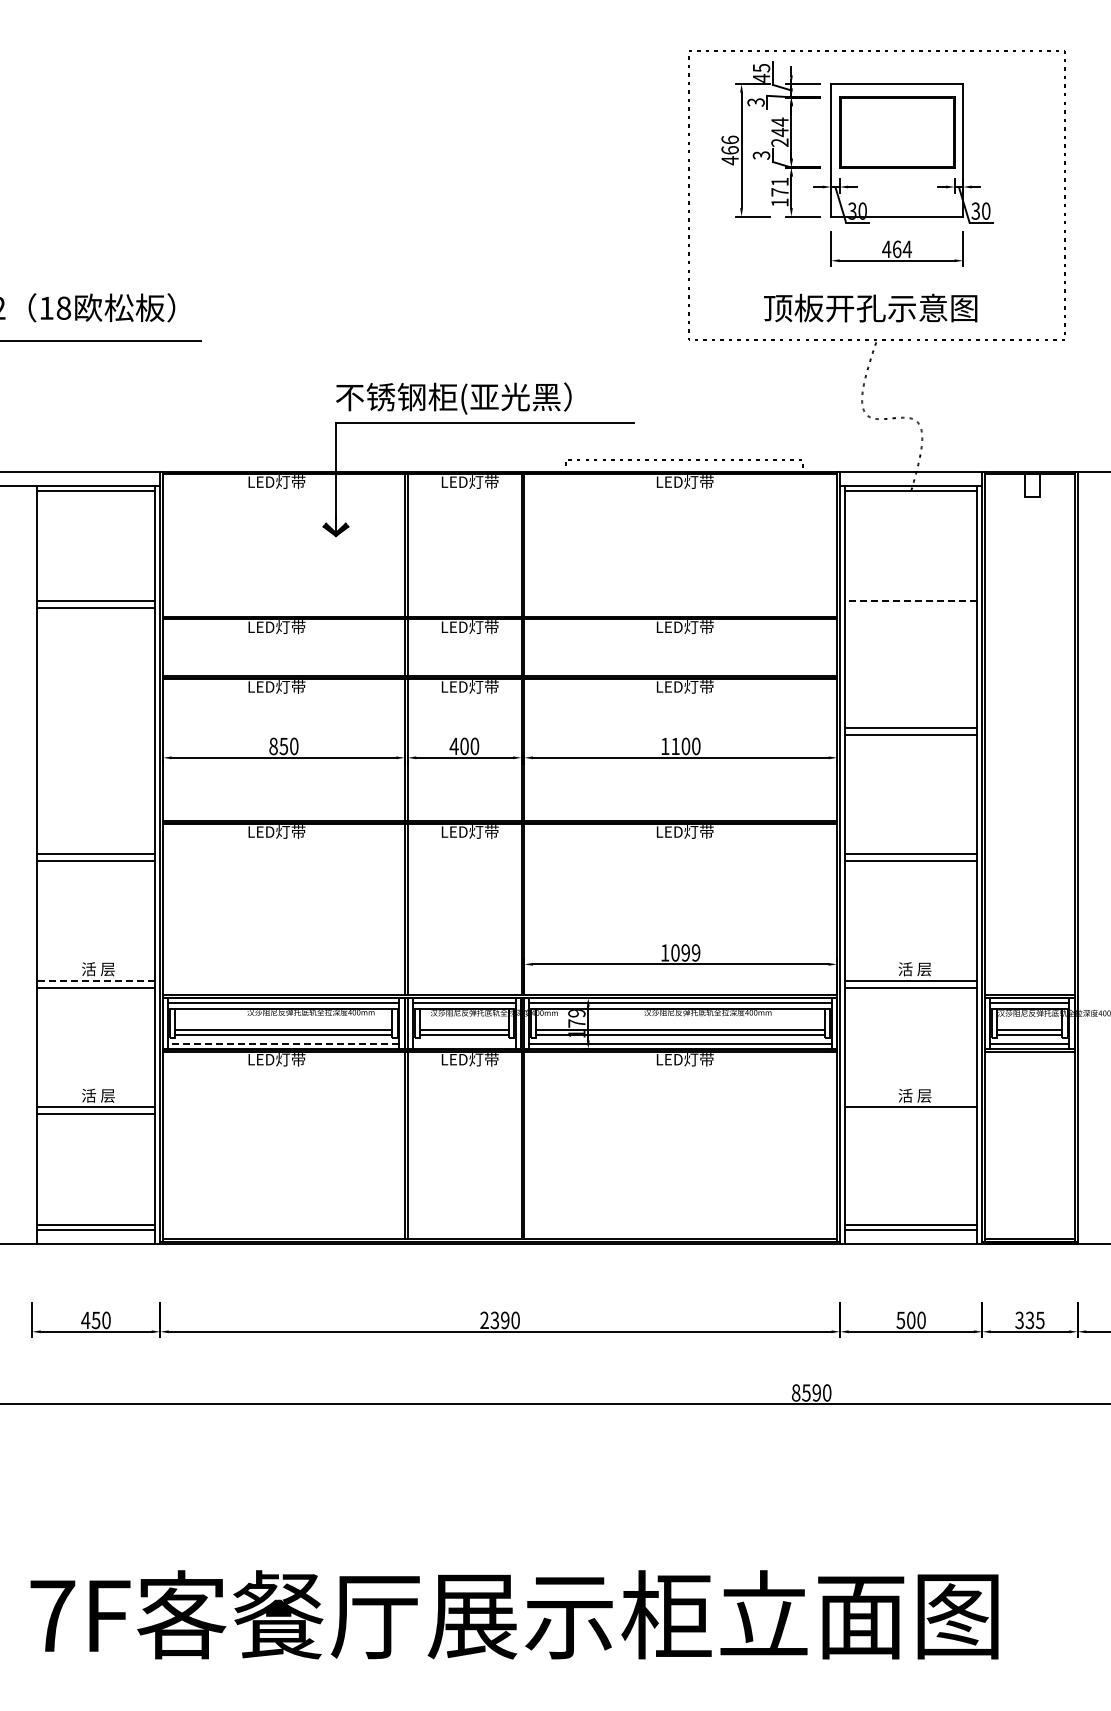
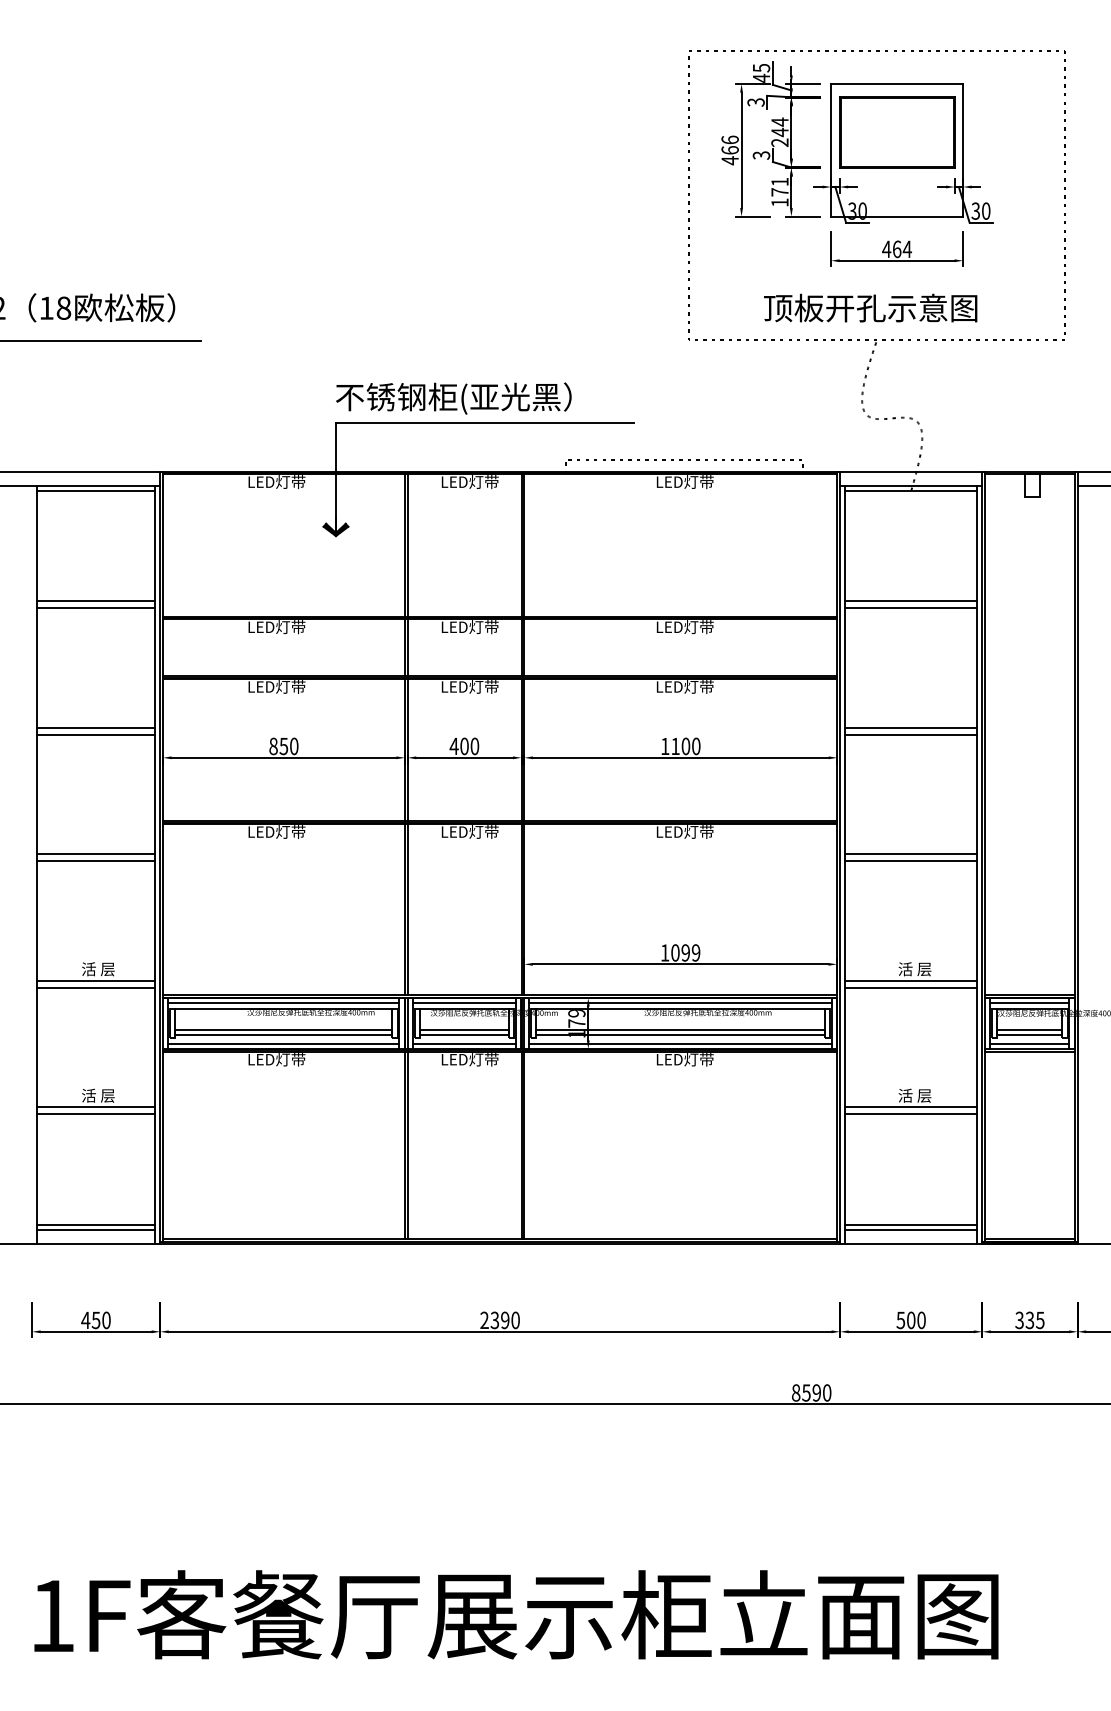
line at (1092, 485): none -> present
line at (910, 601): dashed -> solid
line at (911, 608): none -> present
line at (96, 727): none -> present
line at (96, 734): none -> present
line at (96, 980): dashed -> solid
line at (283, 1043): dashed -> solid
line at (464, 1043): none -> present
line at (911, 1114): none -> present
text at (52, 1615): 7F -> 1F
